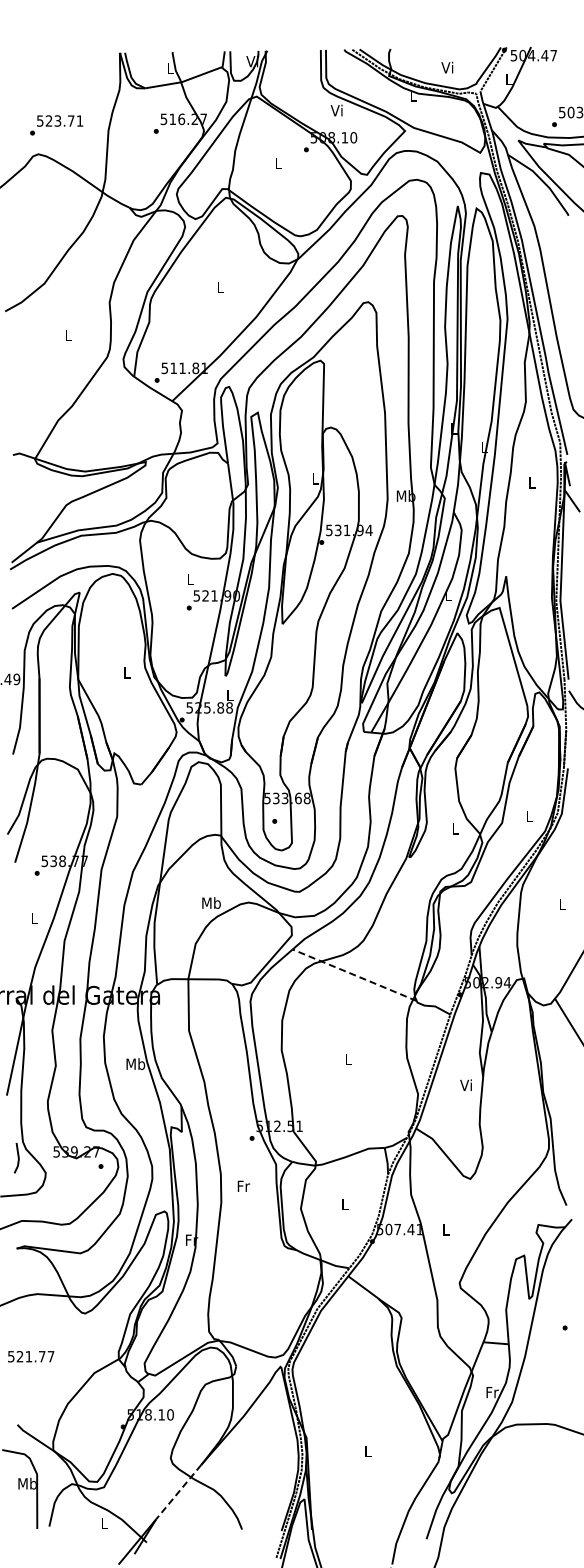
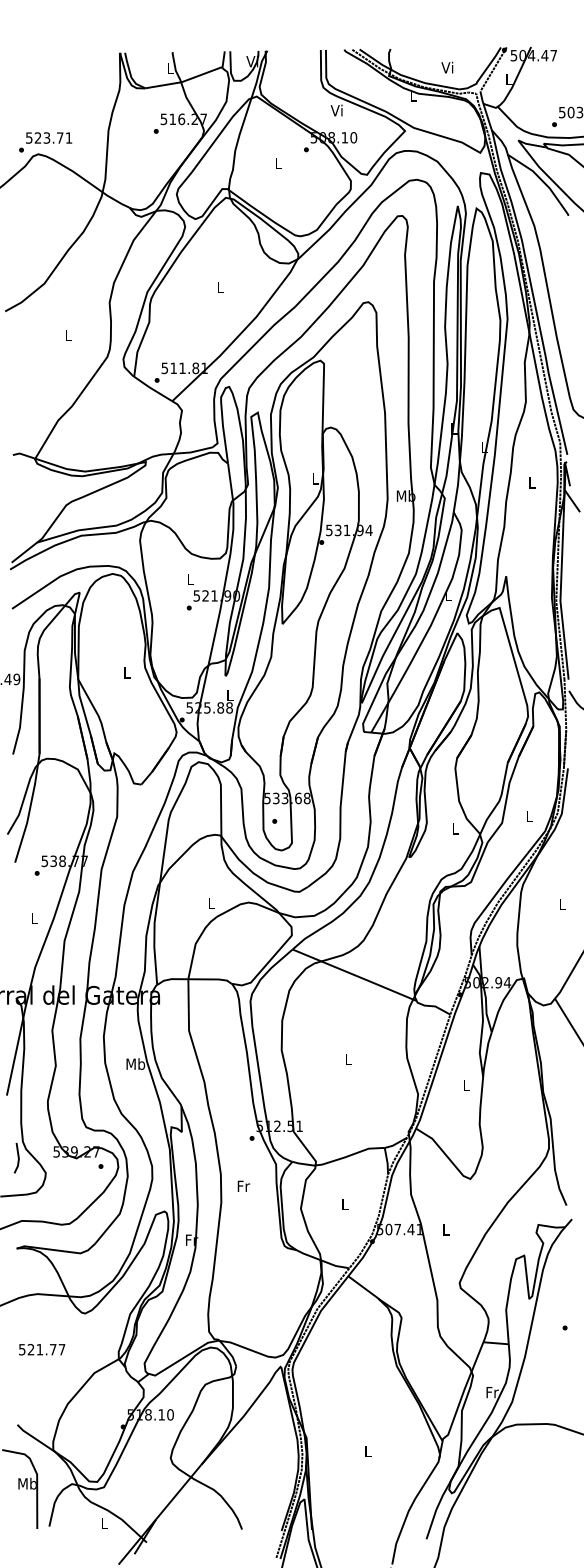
text at (56, 125) position: (56, 125) -> (45, 142)
text at (211, 902): Mb -> L
line at (354, 975): dashed -> solid
text at (465, 1085): Vi -> L
text at (31, 1356) position: (31, 1356) -> (42, 1349)
line at (178, 1492): dashed -> solid
